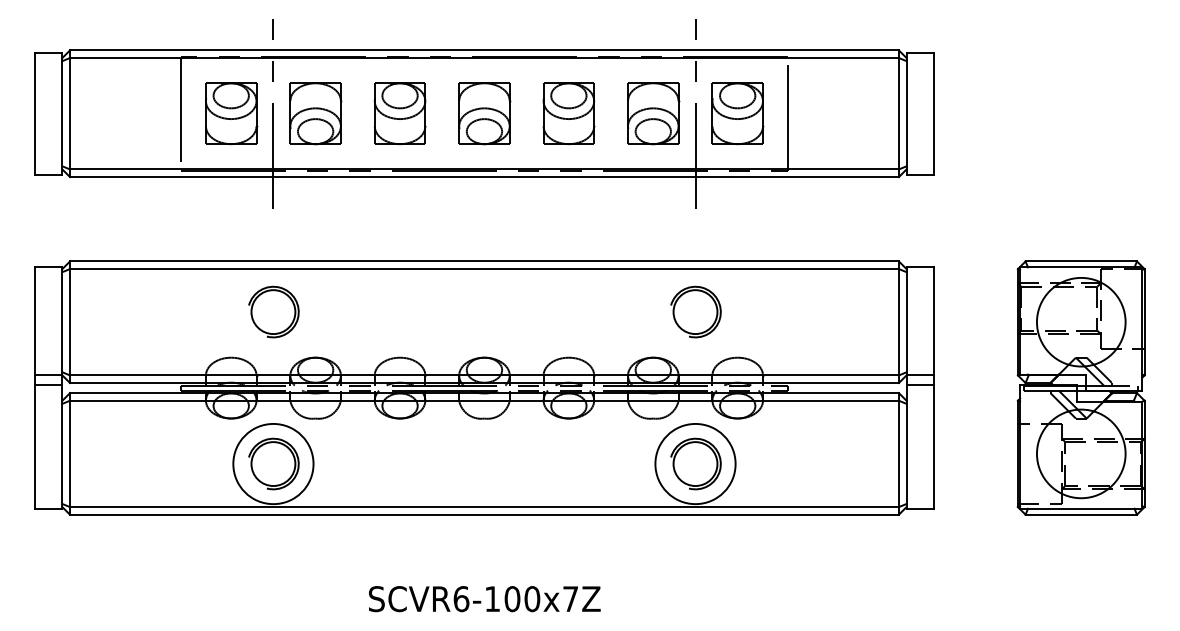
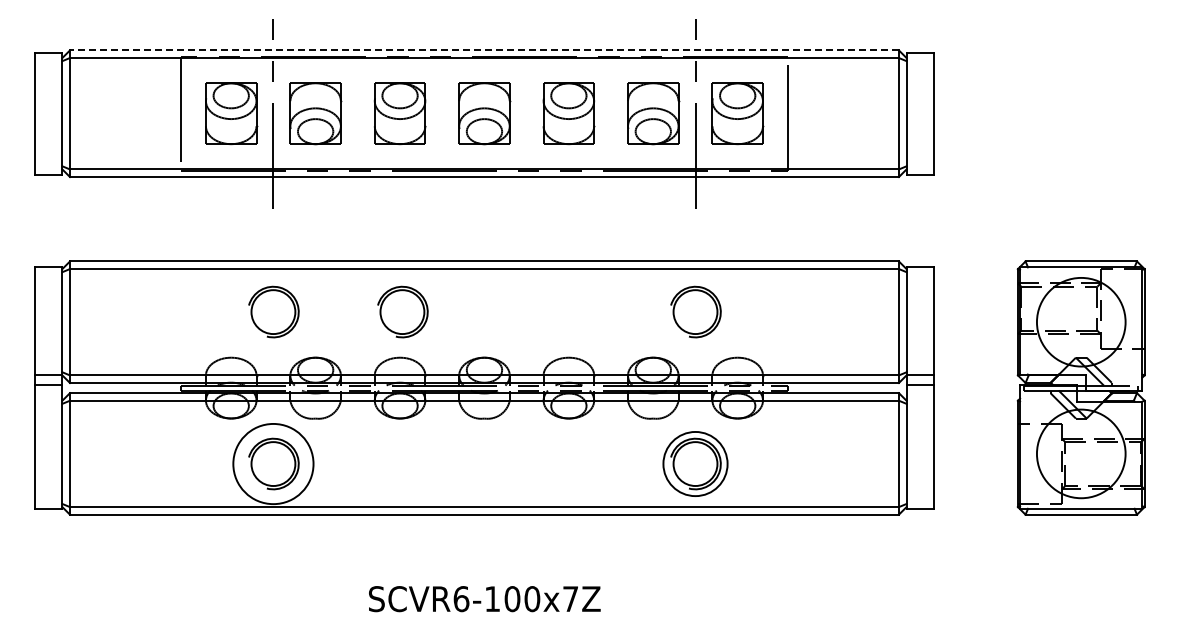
line at (483, 50): solid -> dashed
part at (402, 311): none -> present
circle at (695, 463) diameter: 80 px -> 64 px
